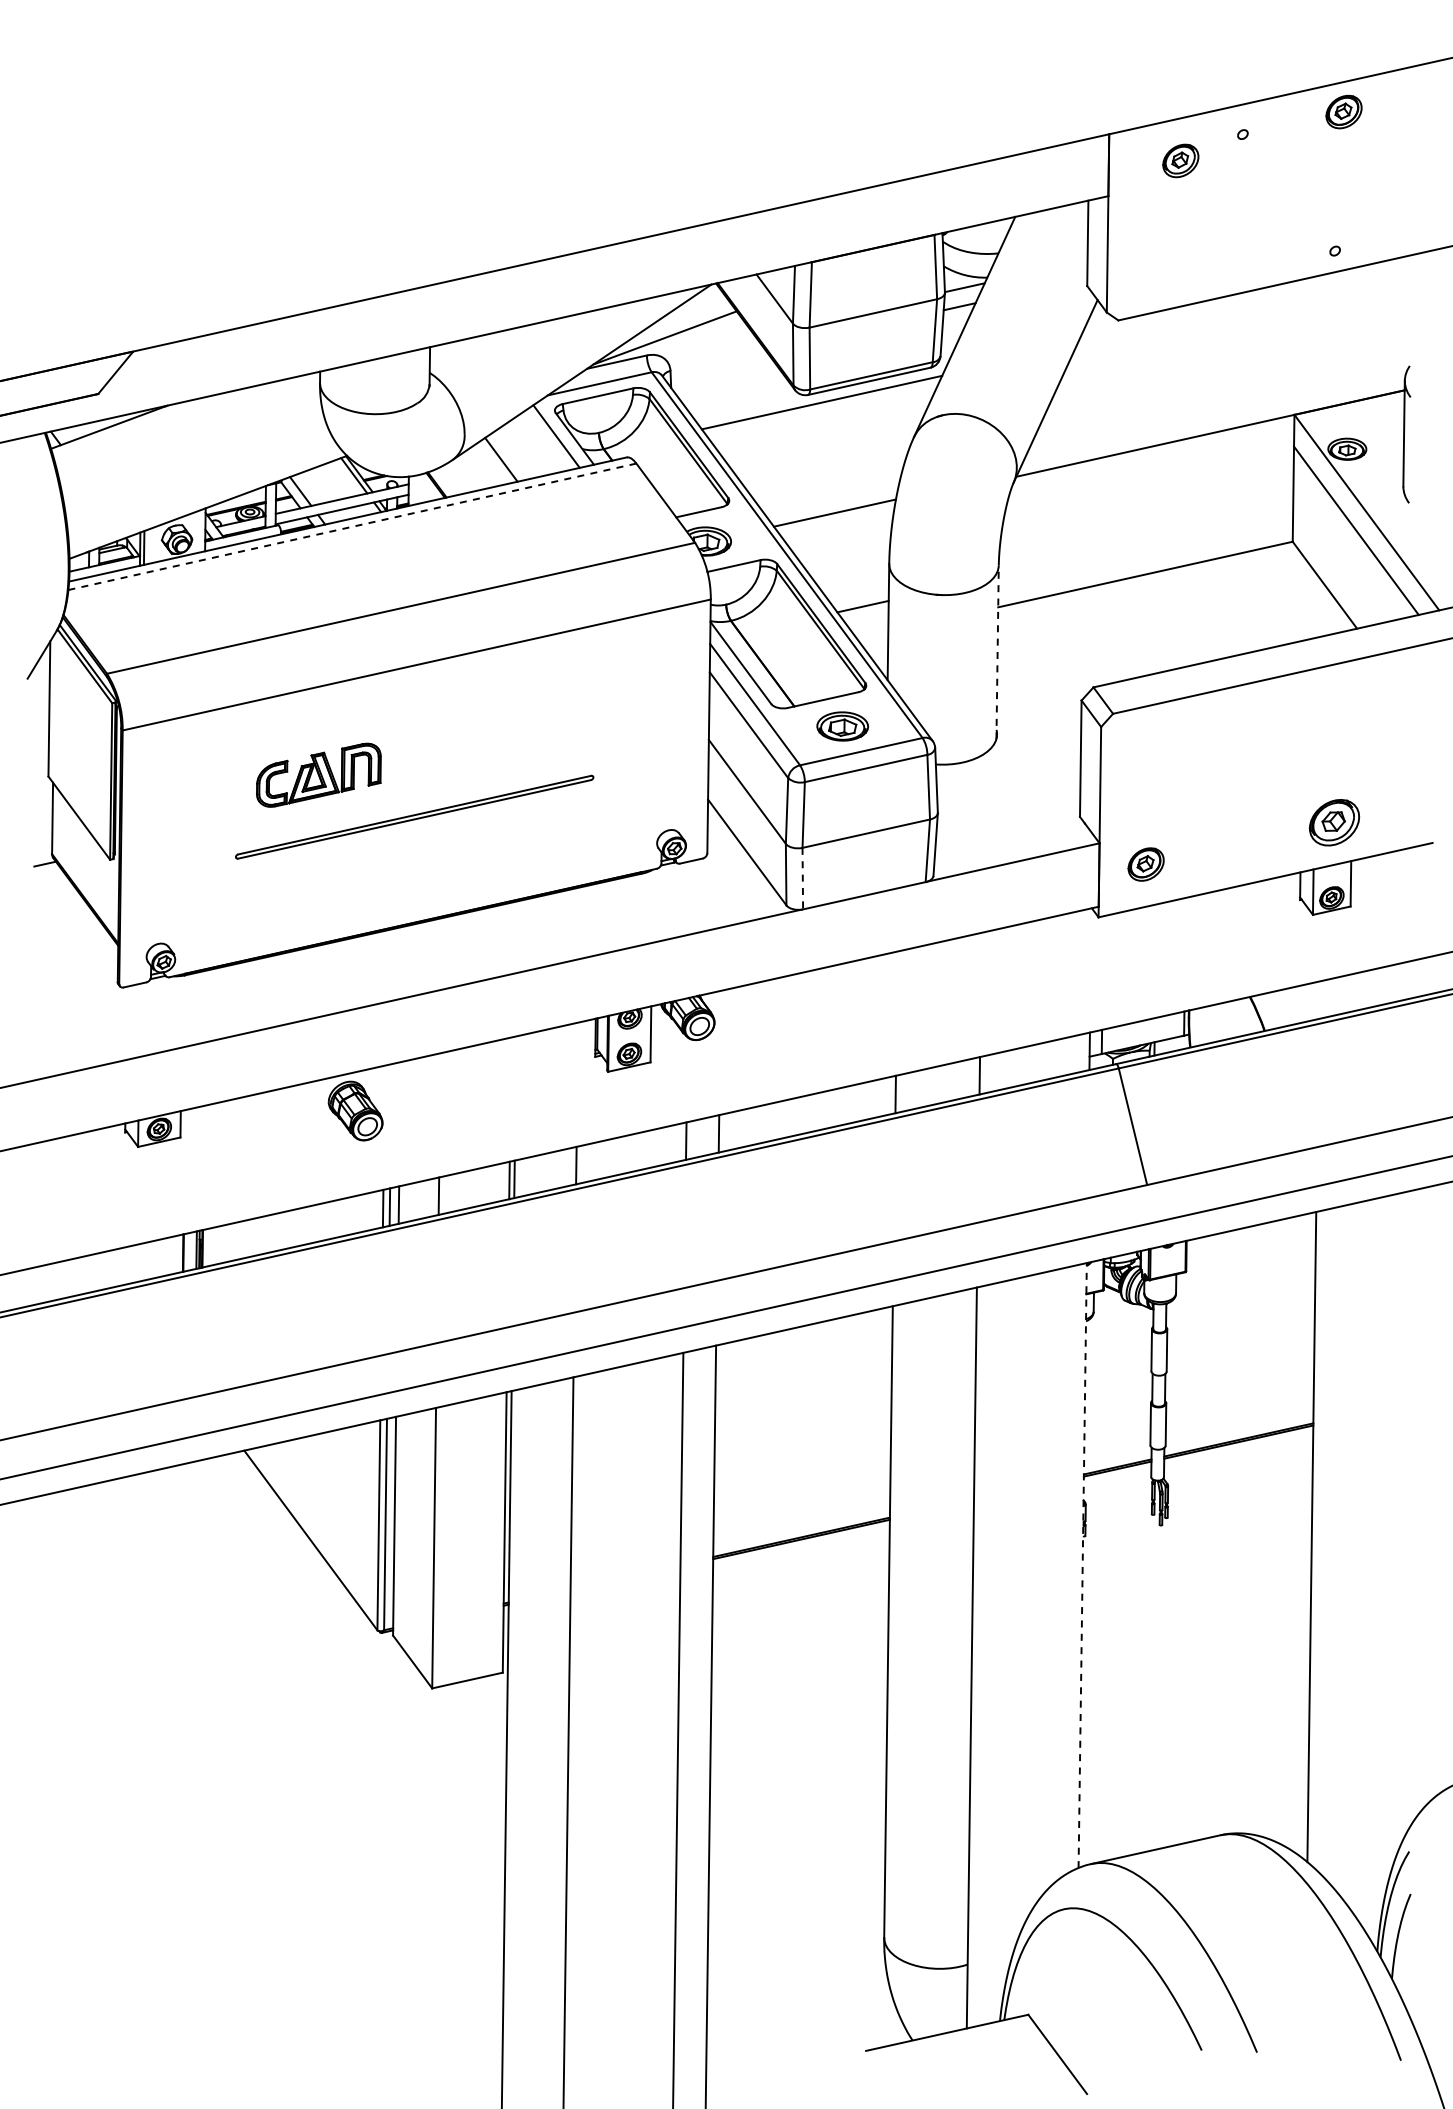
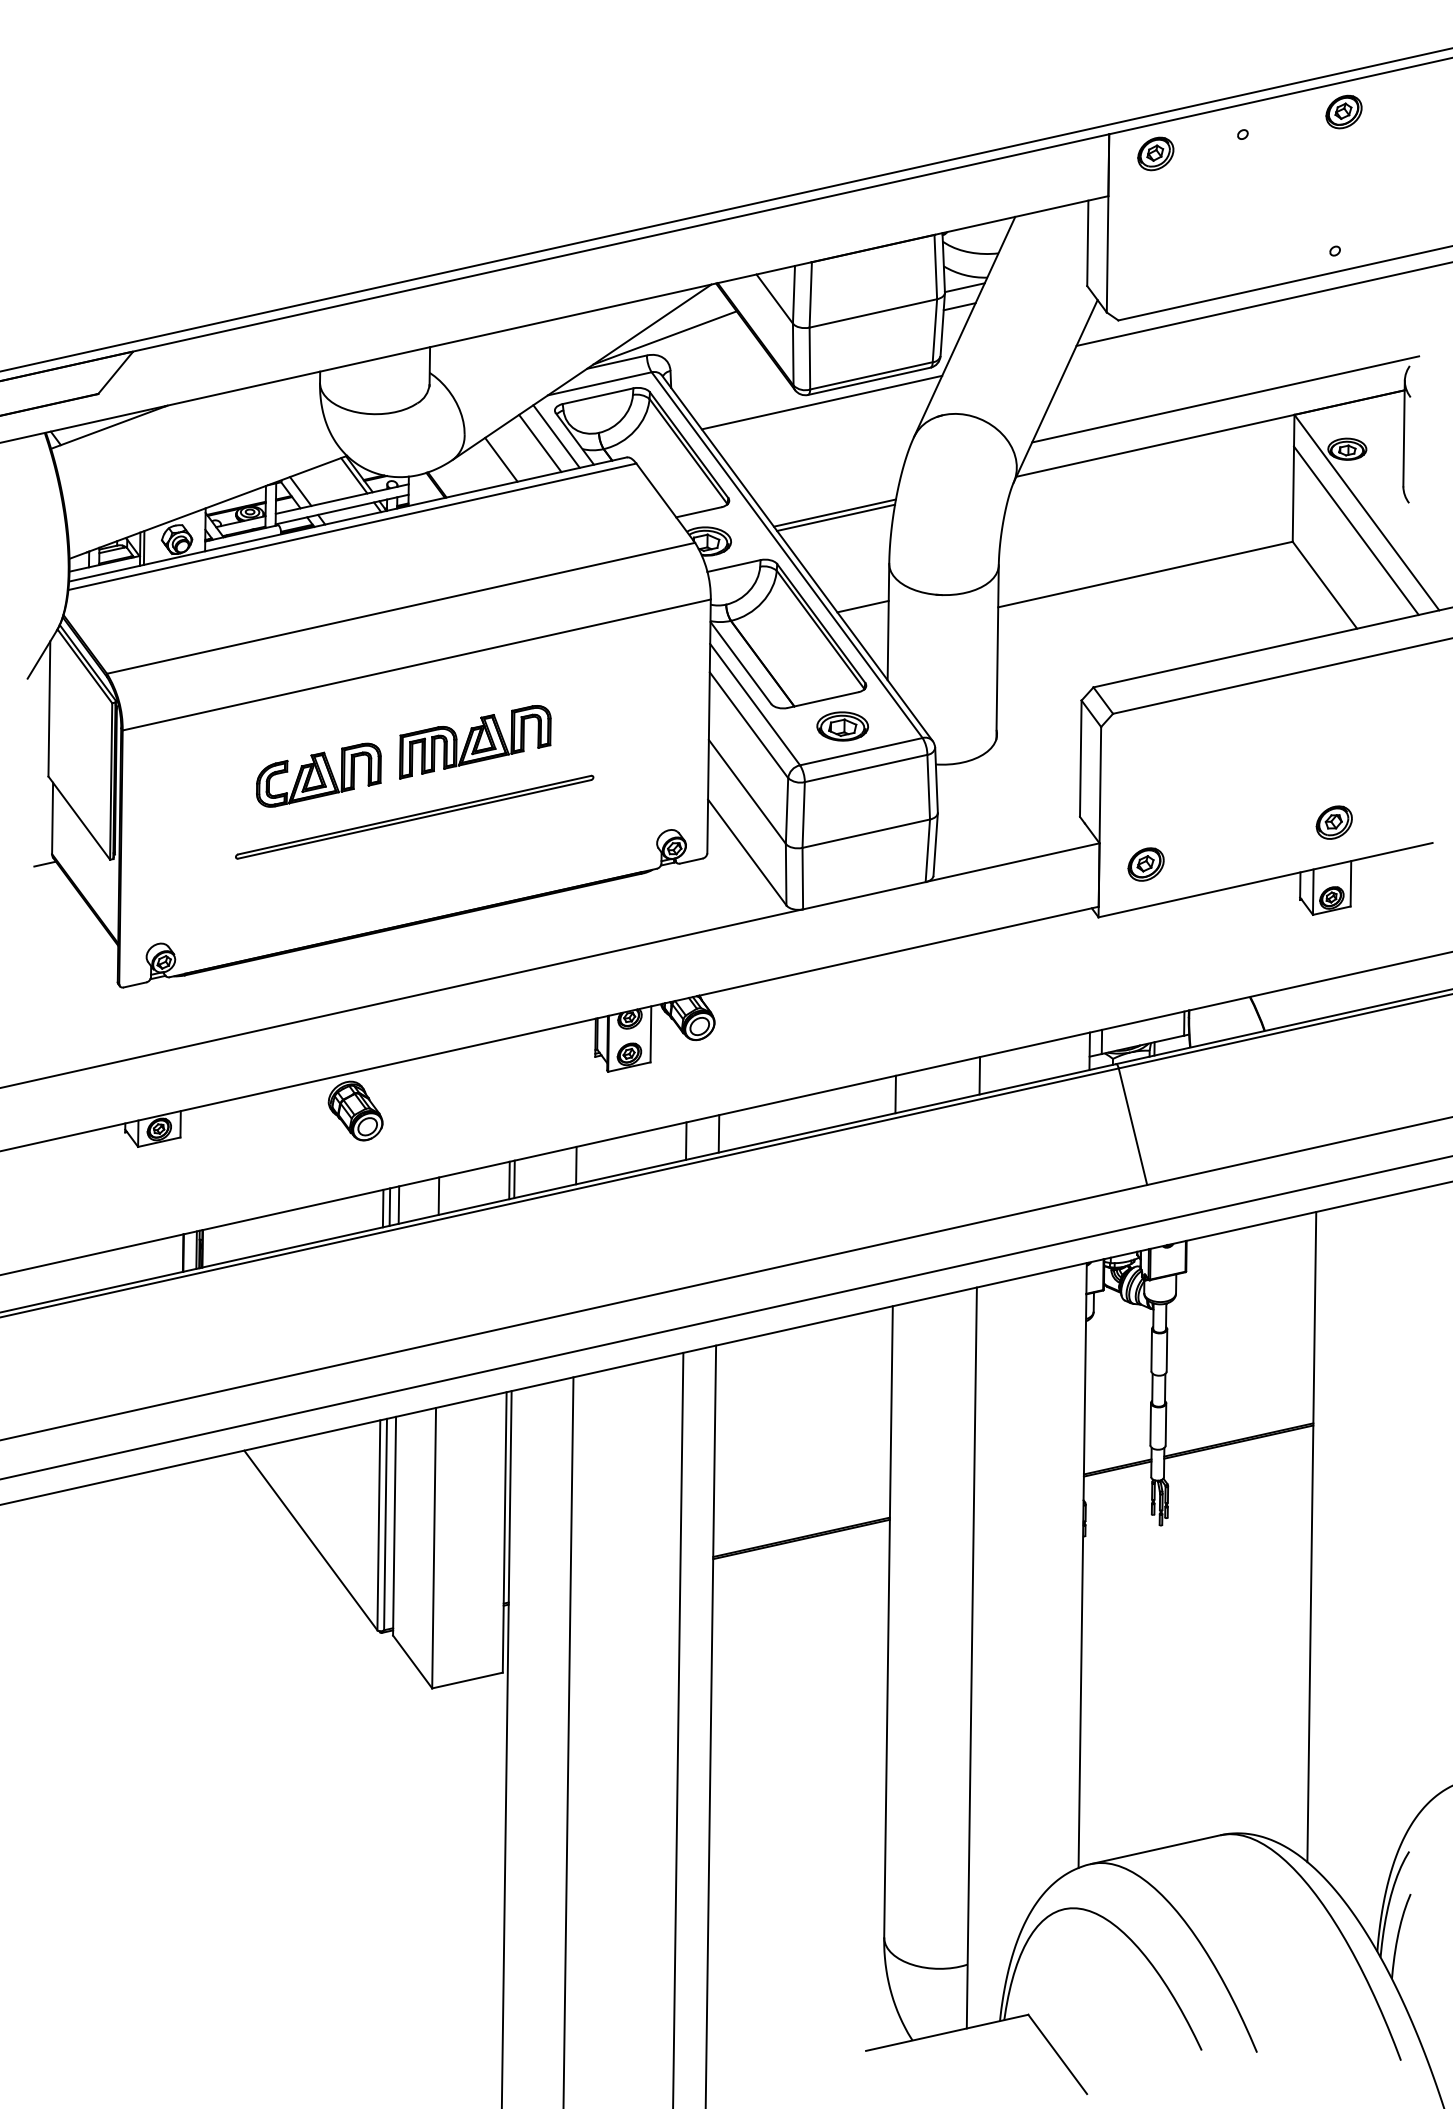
part at (1180, 160) position: (1180, 160) -> (1155, 153)
line at (725, 210): none -> present
line at (1262, 303): none -> present
line at (1225, 399): none -> present
line at (540, 442): none -> present
line at (836, 517): none -> present
line at (352, 526): dashed -> solid
line at (997, 652): dashed -> solid
part at (475, 742): none -> present
part at (1334, 822) size: 53x48 px -> 38x35 px
line at (802, 878): dashed -> solid
line at (1082, 1565): dashed -> solid
